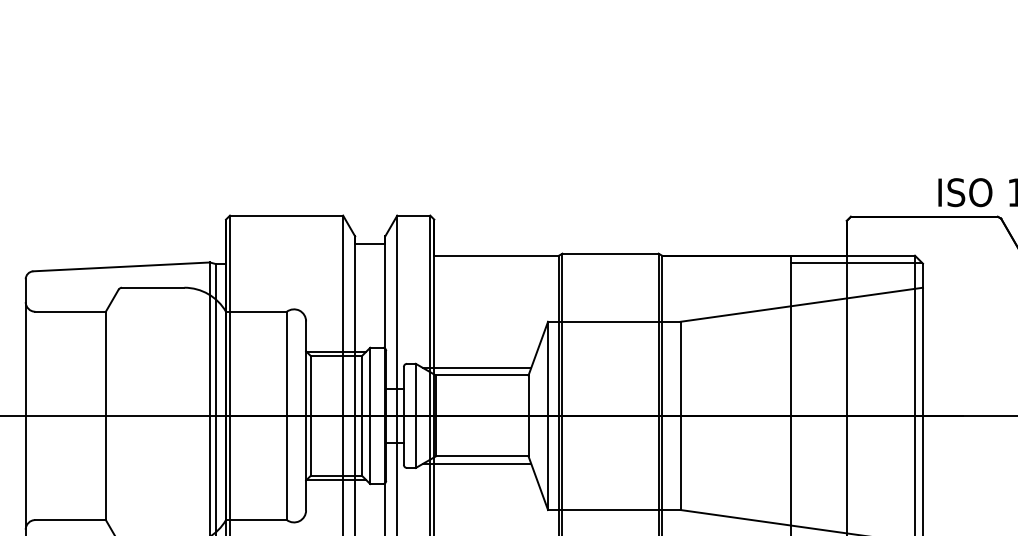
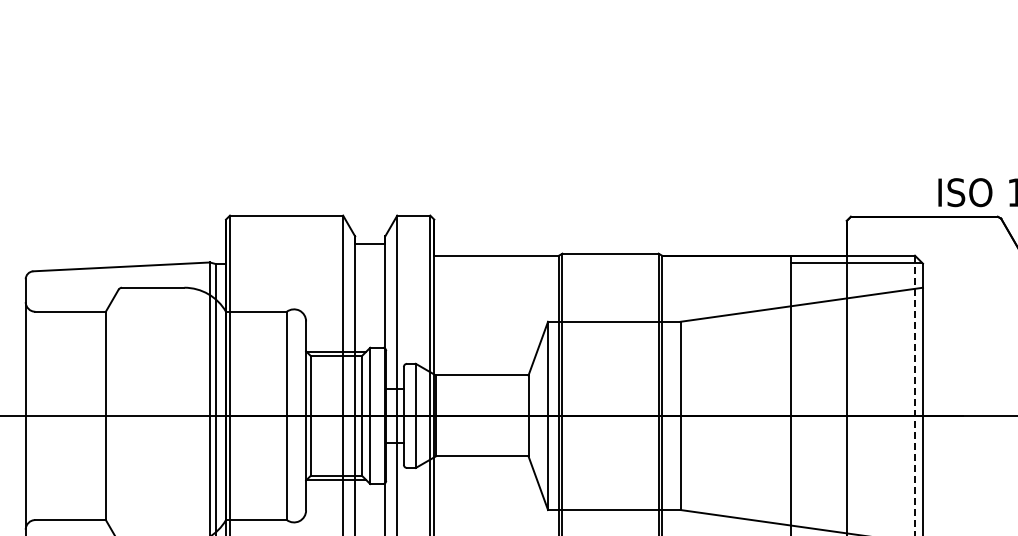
line at (476, 367): present -> none
line at (914, 395): solid -> dashed
line at (476, 463): present -> none
